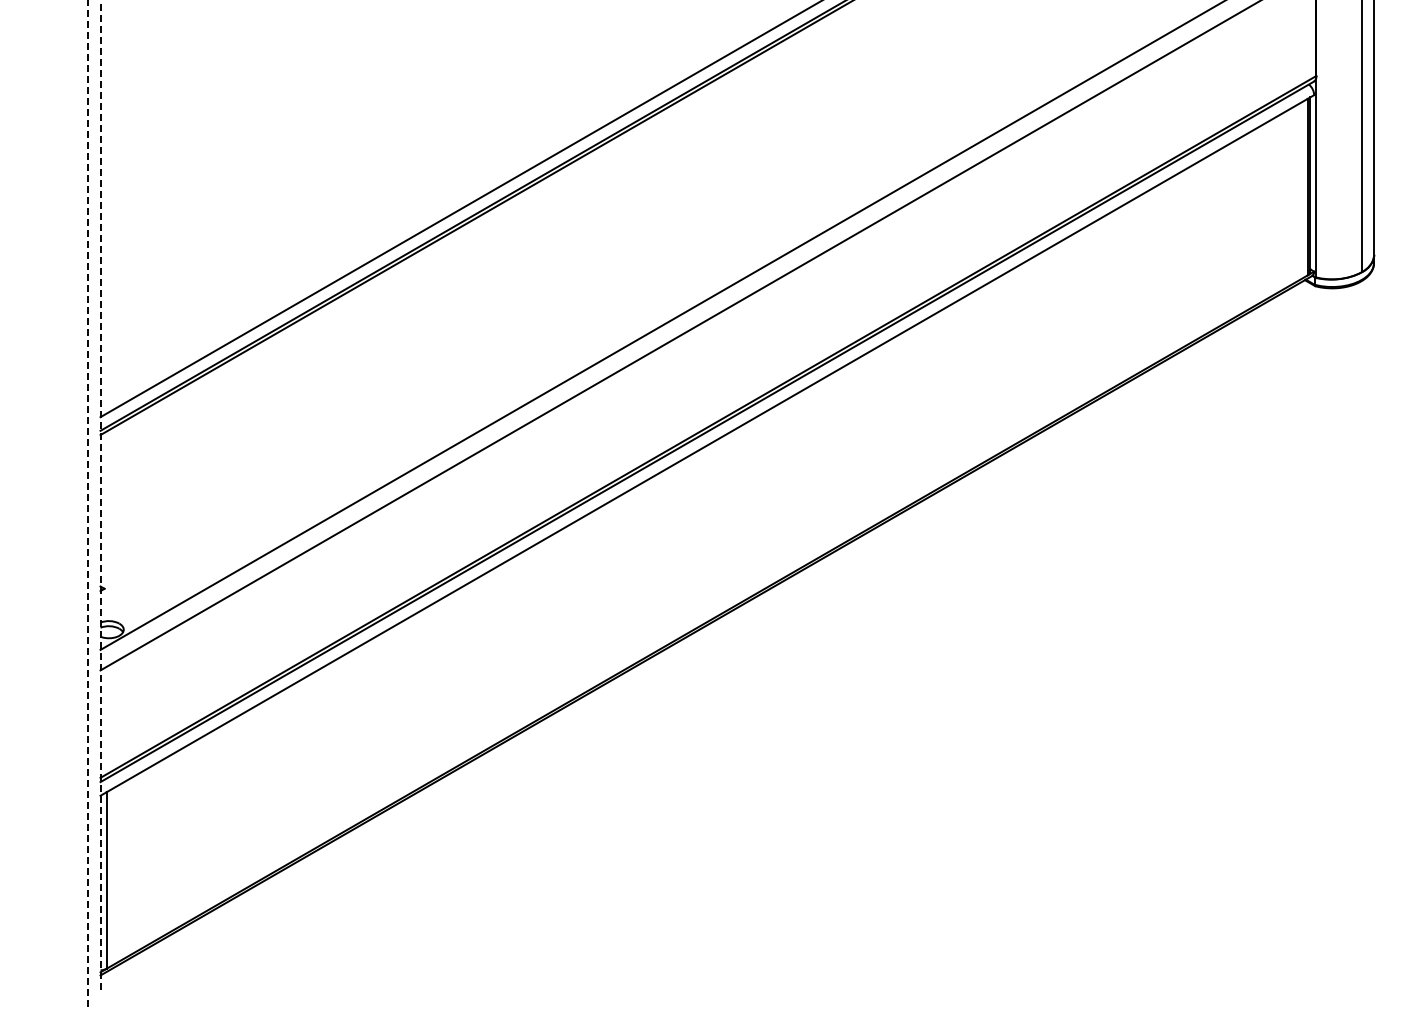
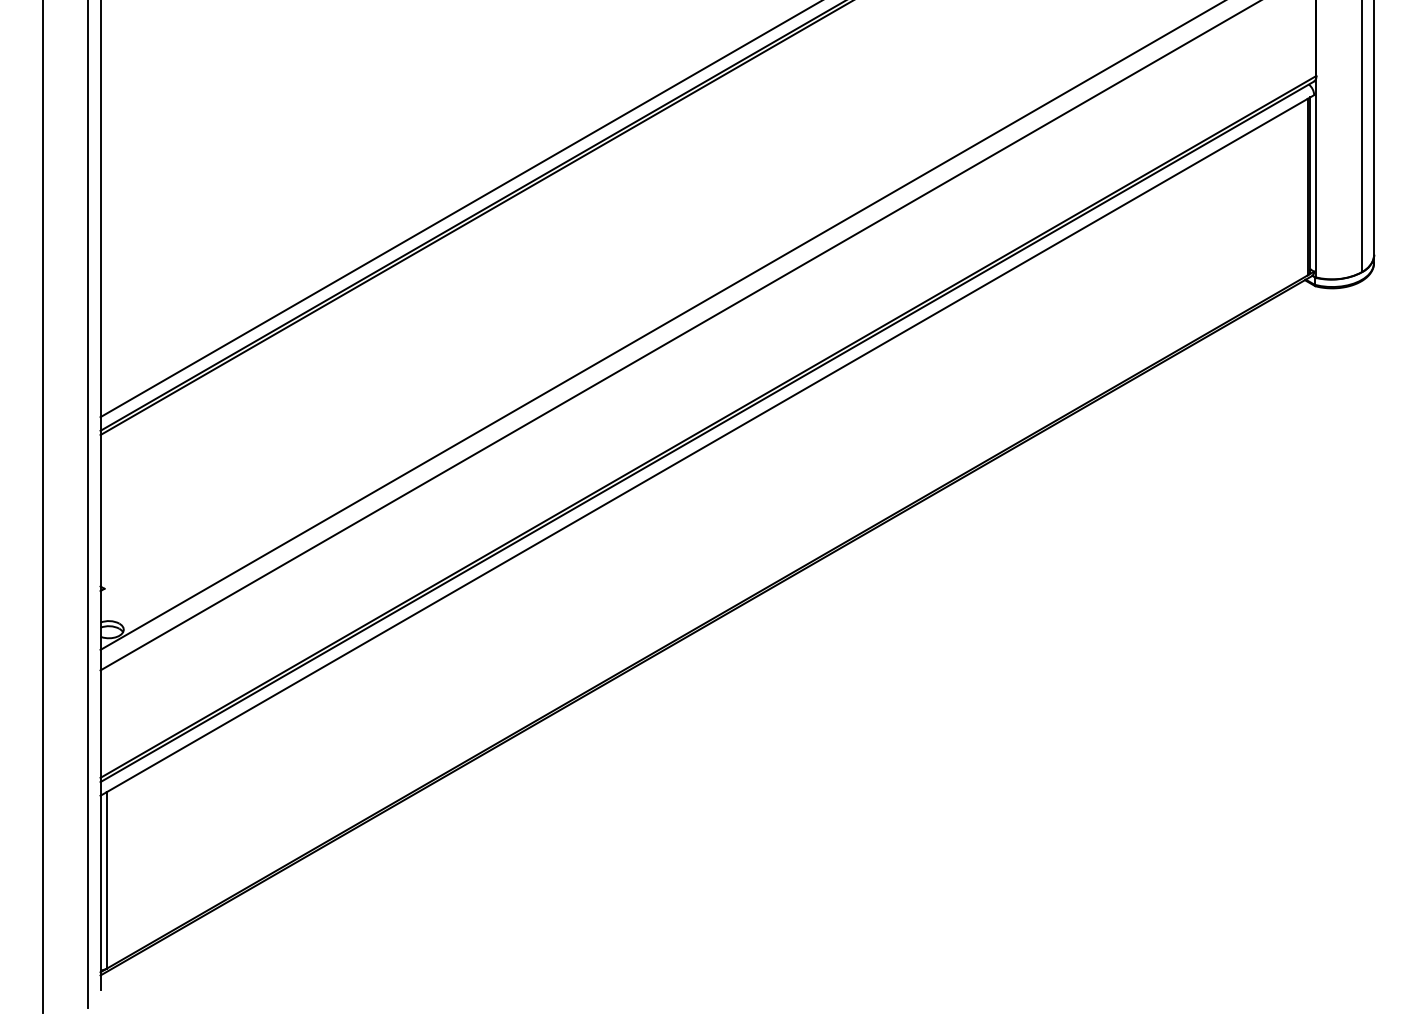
line at (100, 495): dashed -> solid
line at (87, 504): dashed -> solid
line at (42, 507): none -> present
